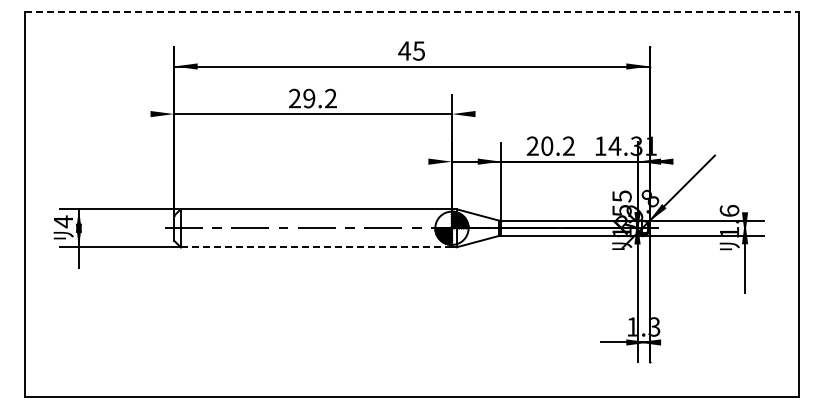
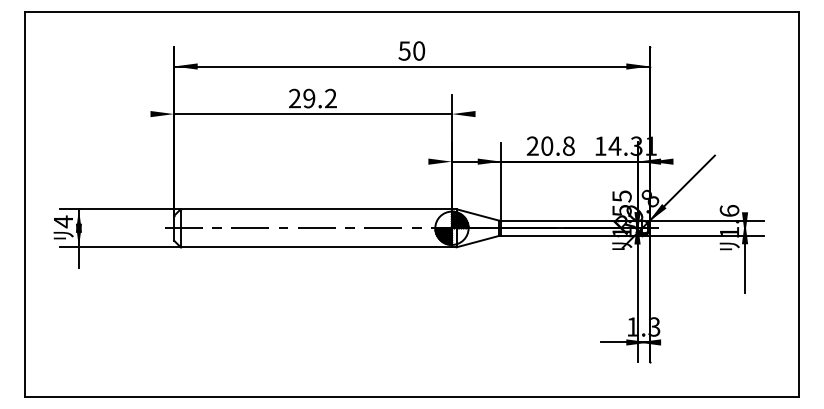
line at (412, 12): dashed -> solid
text at (411, 50): 45 -> 50
text at (568, 145): 20.2 -> 20.8
line at (316, 247): dashed -> solid
